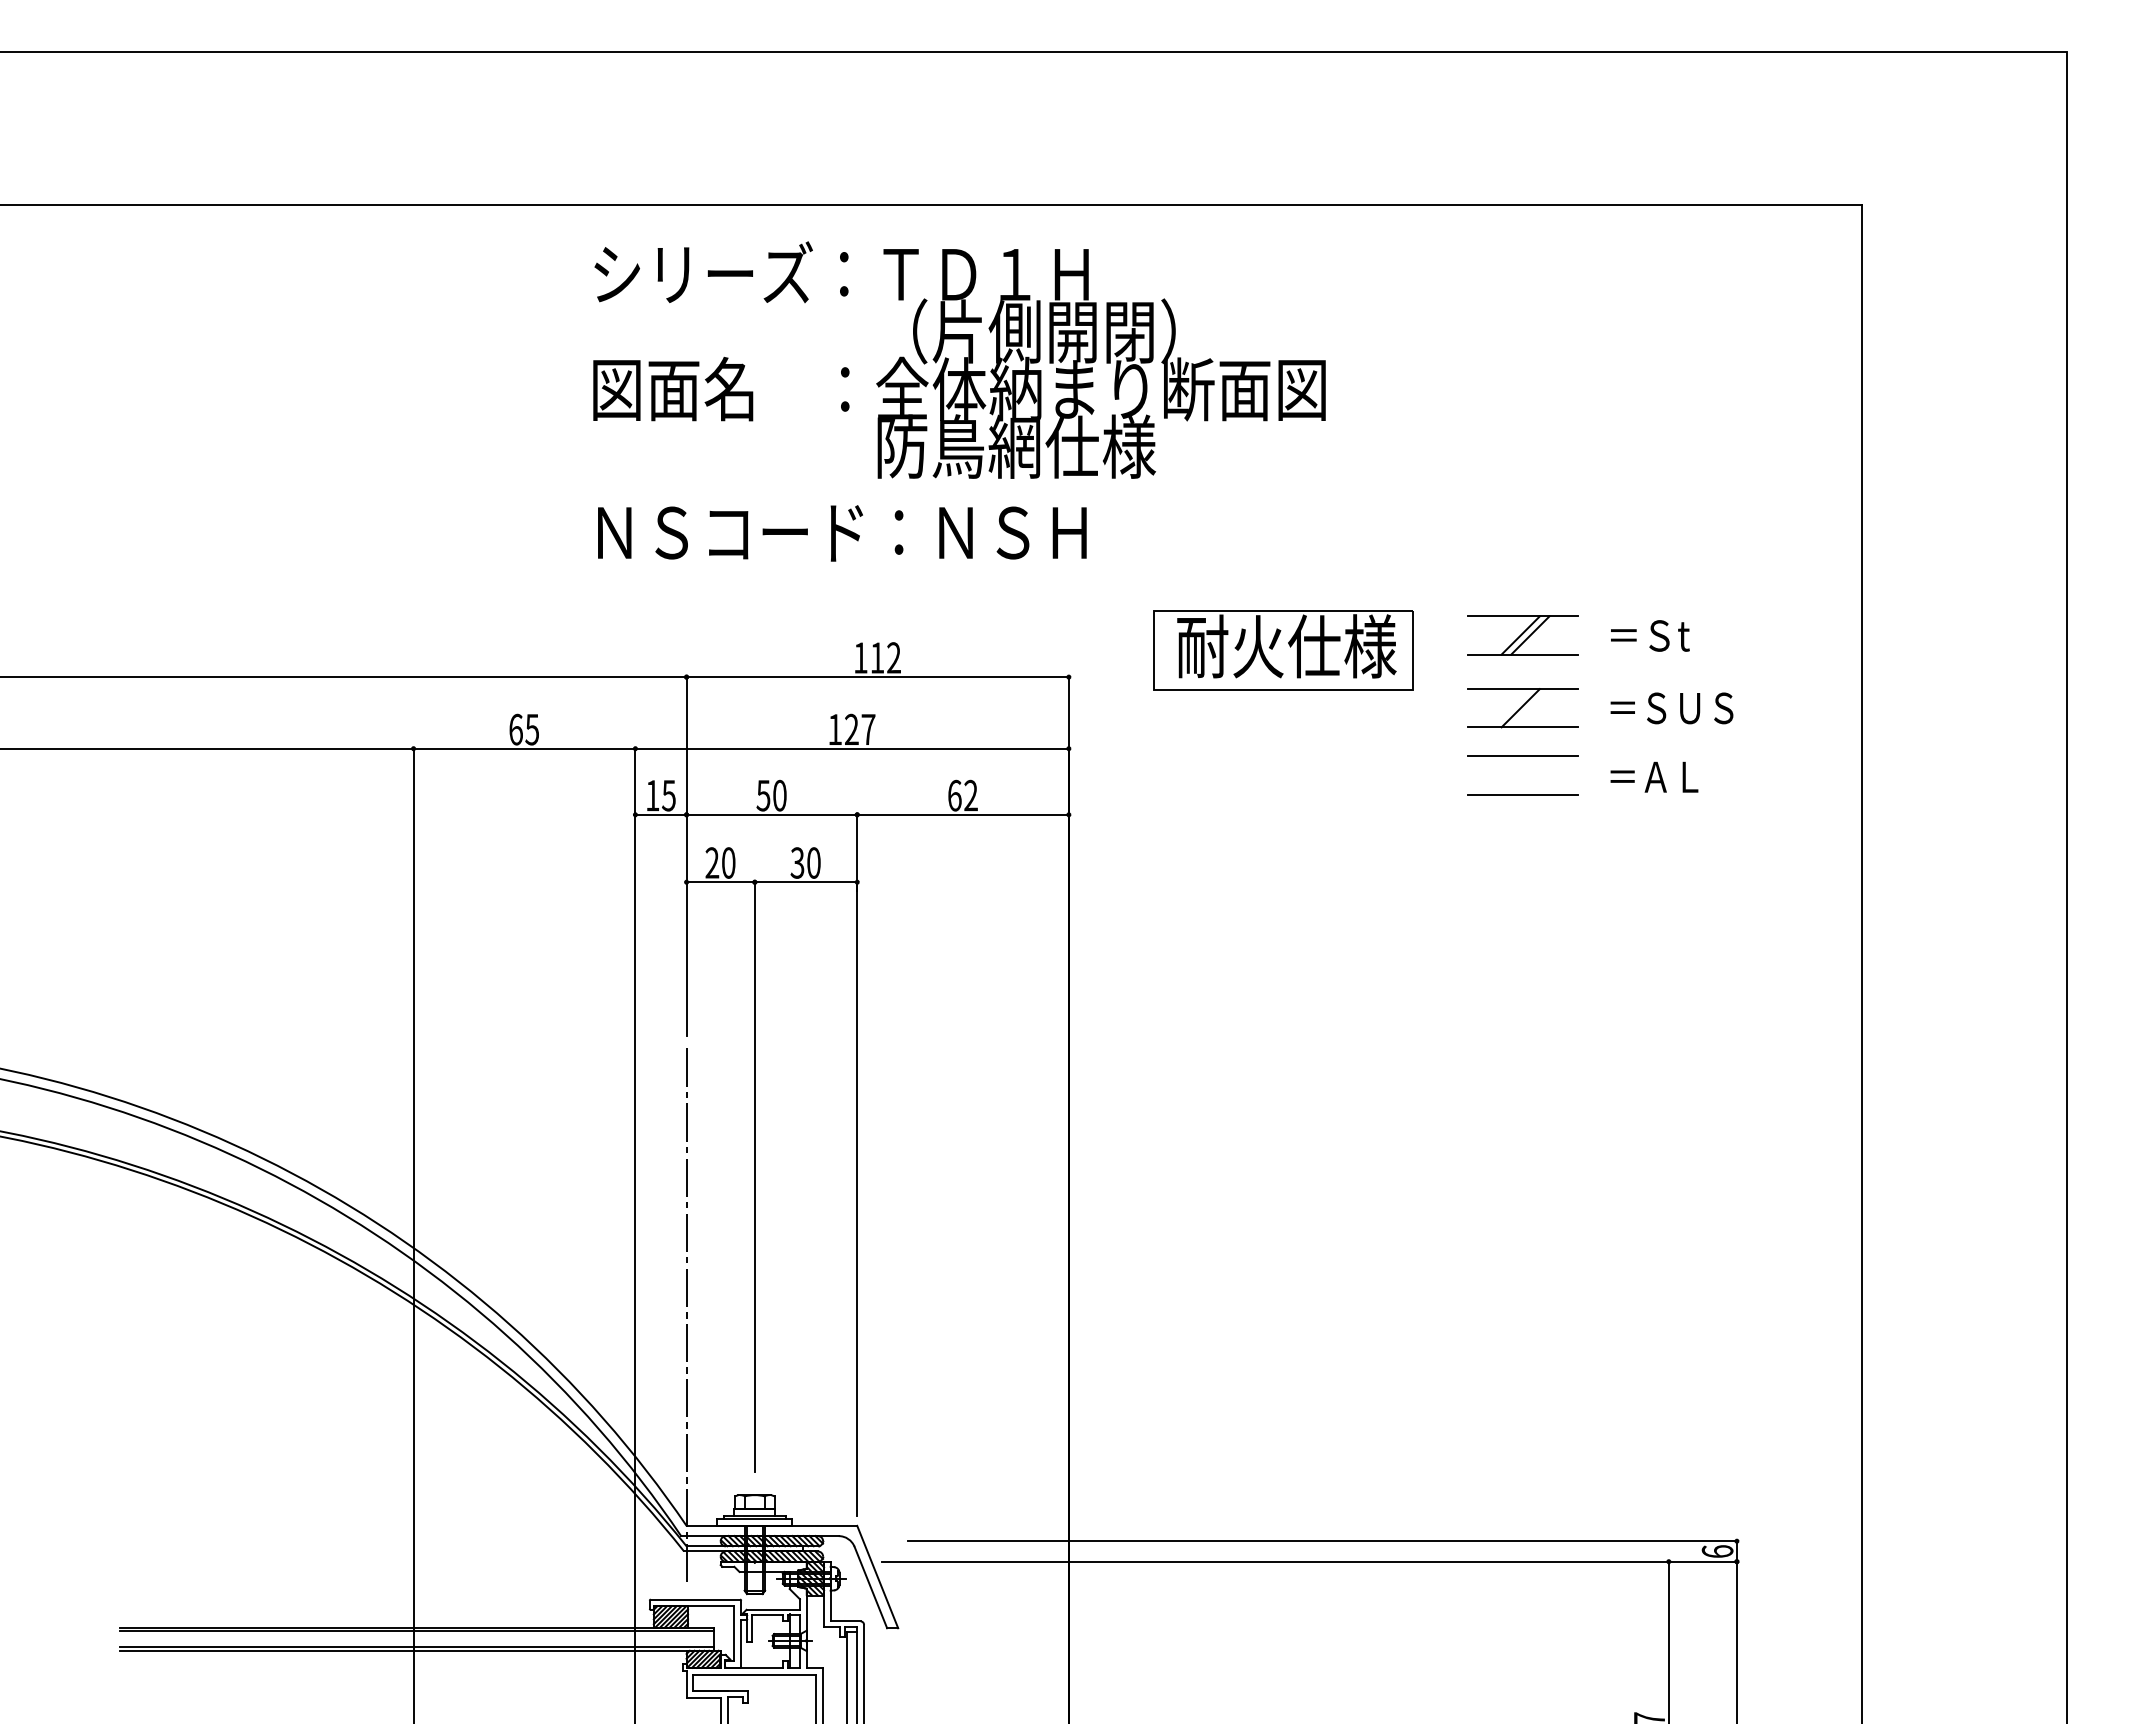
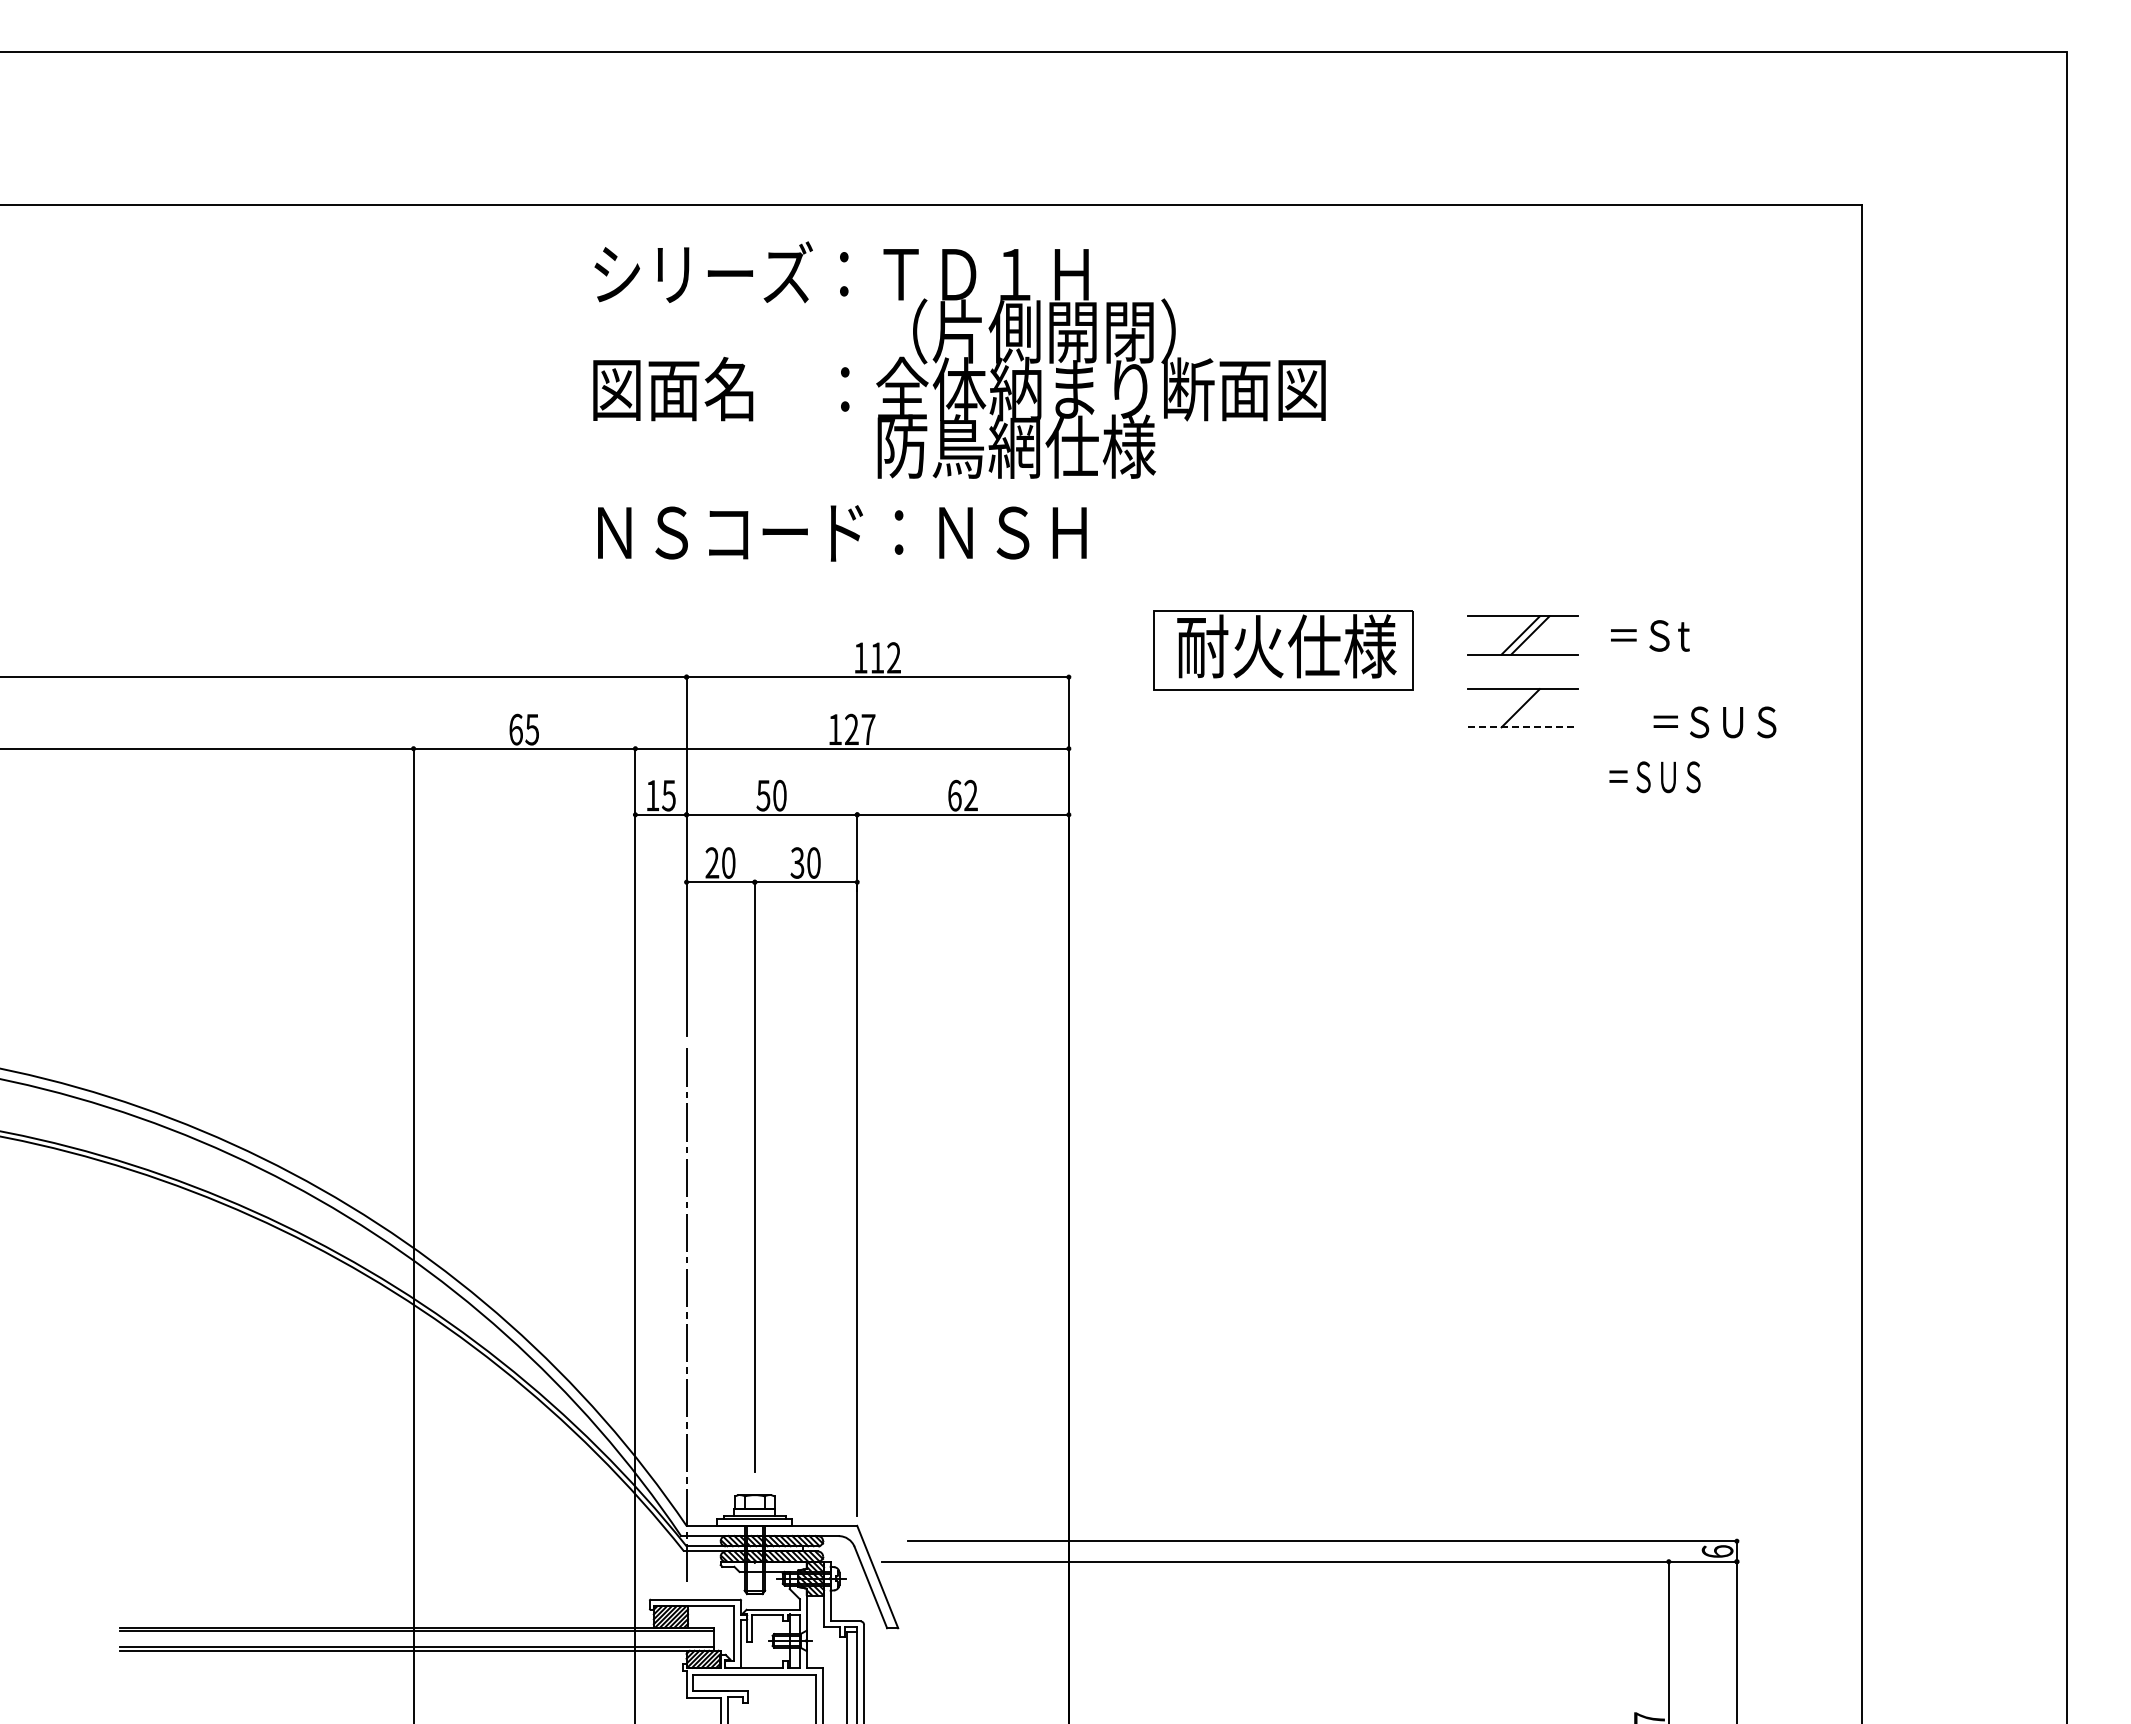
text at (1671, 708) position: (1671, 708) -> (1714, 722)
line at (1523, 727): solid -> dashed
line at (1523, 756): present -> none
text at (1654, 777): ＝ＡＬ -> ＝ＳＵＳ
line at (1523, 794): present -> none
